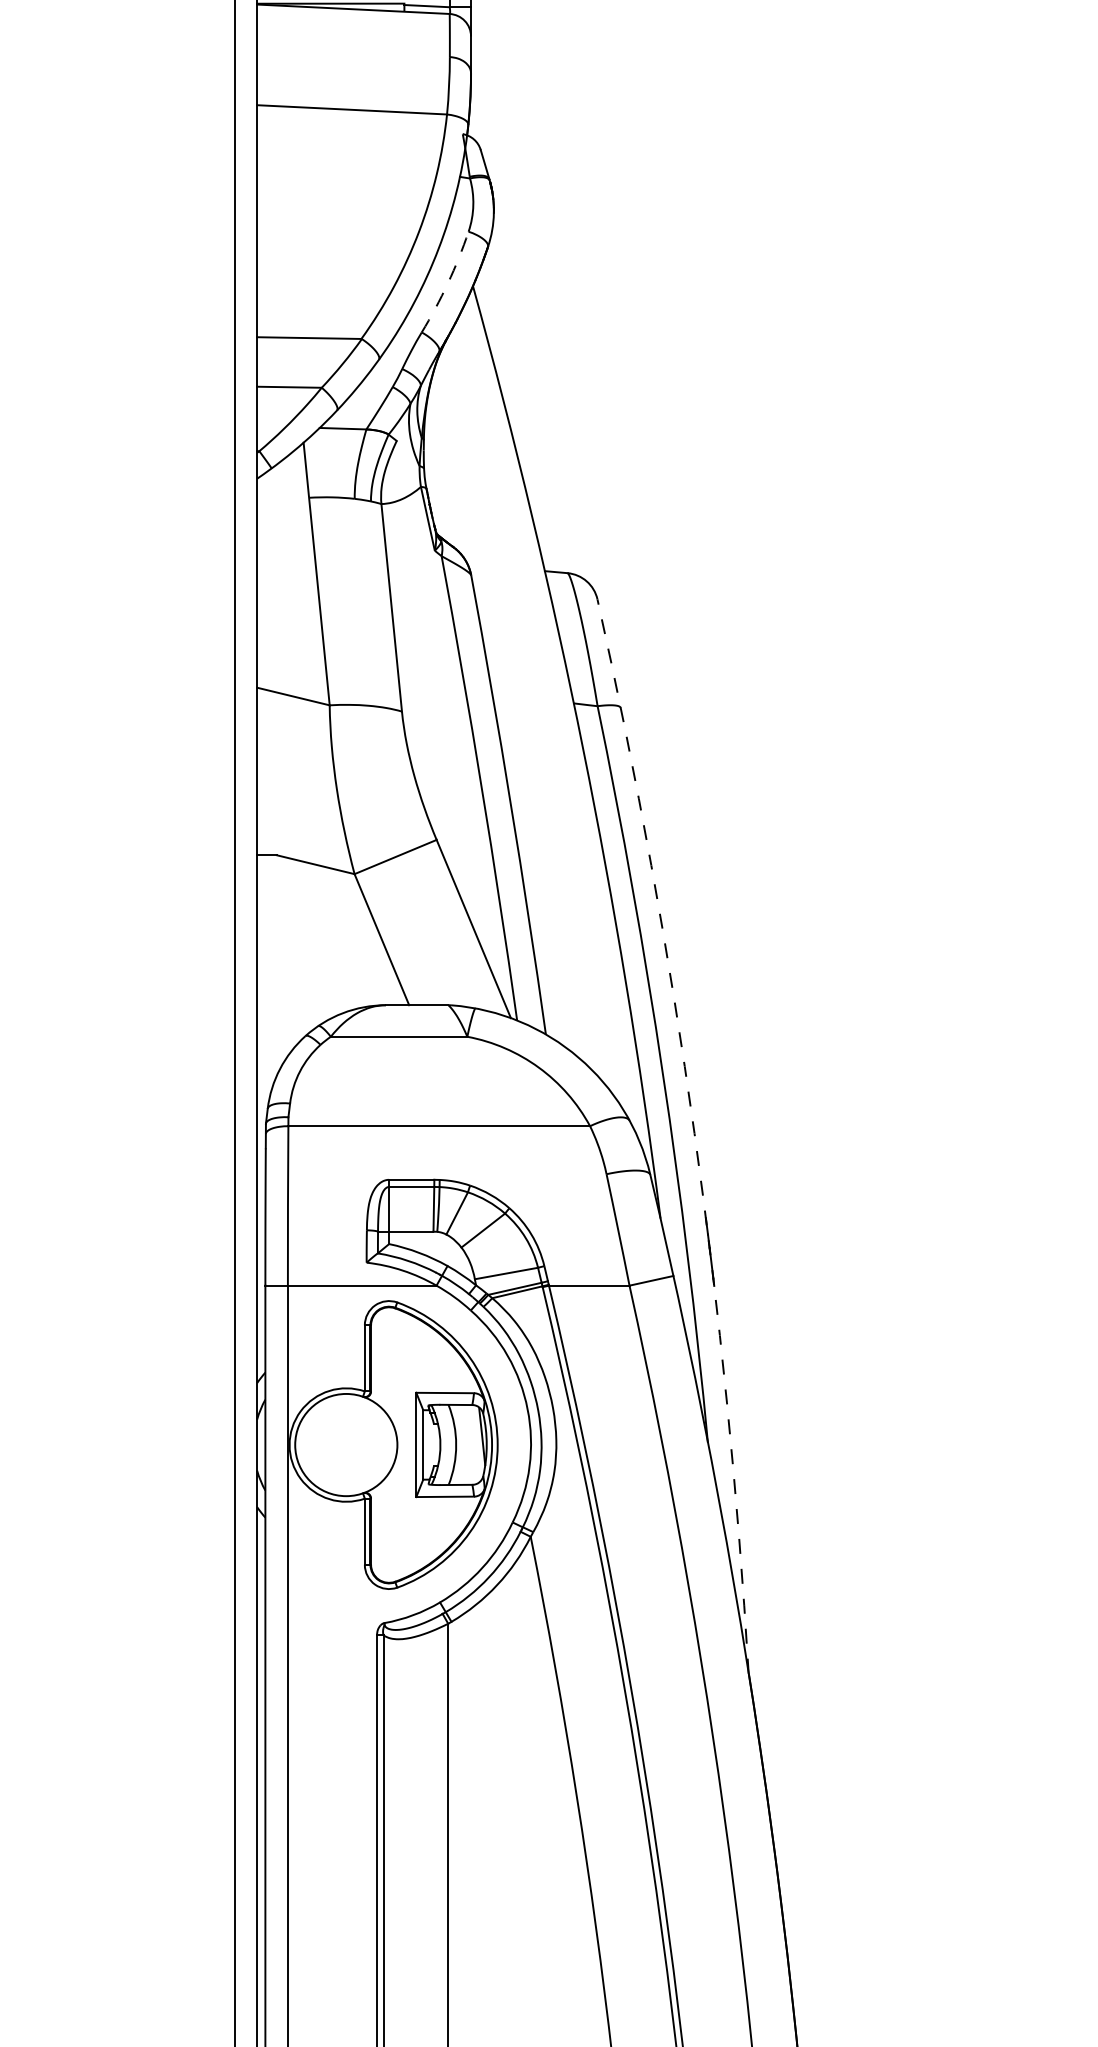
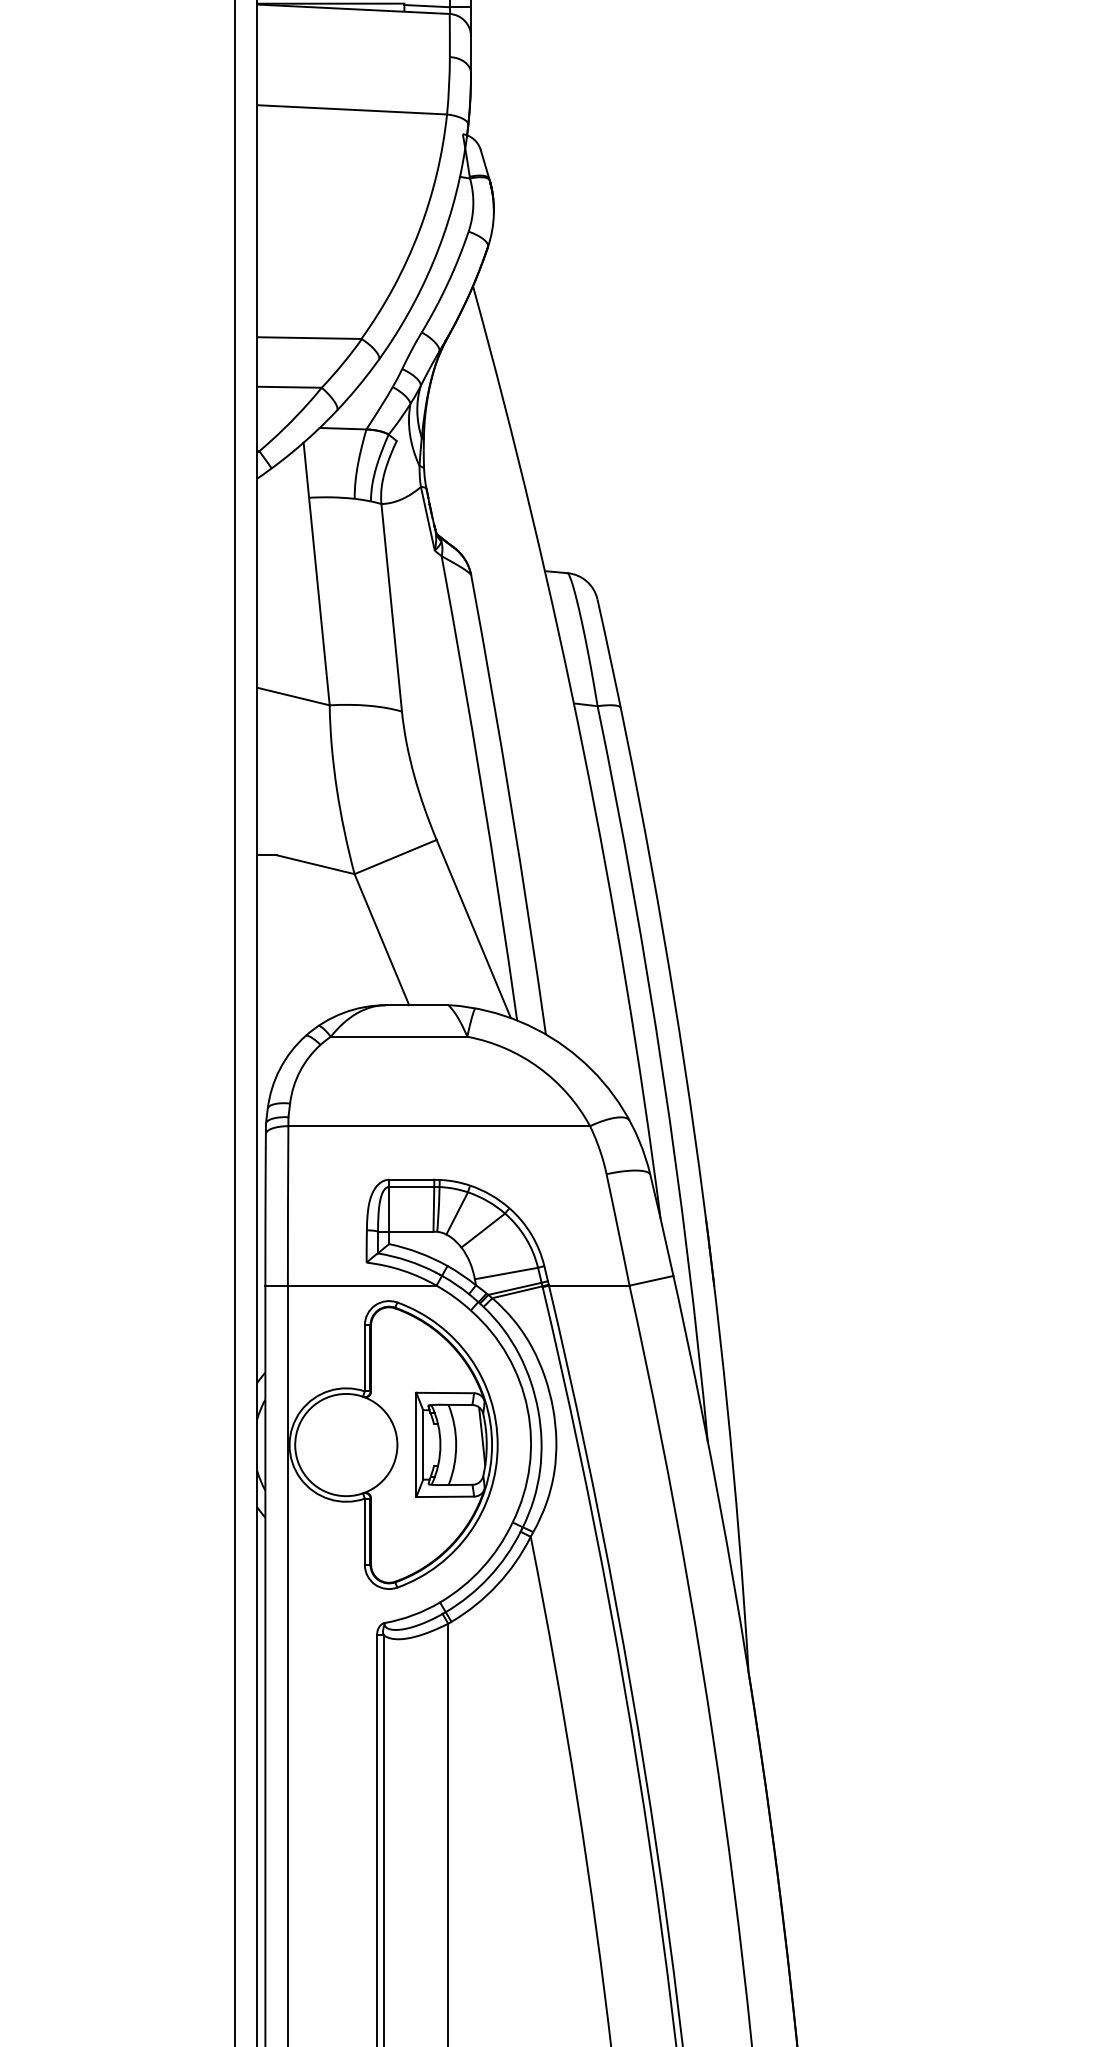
arc at (447, 283): dashed -> solid
arc at (694, 1133): dashed -> solid
